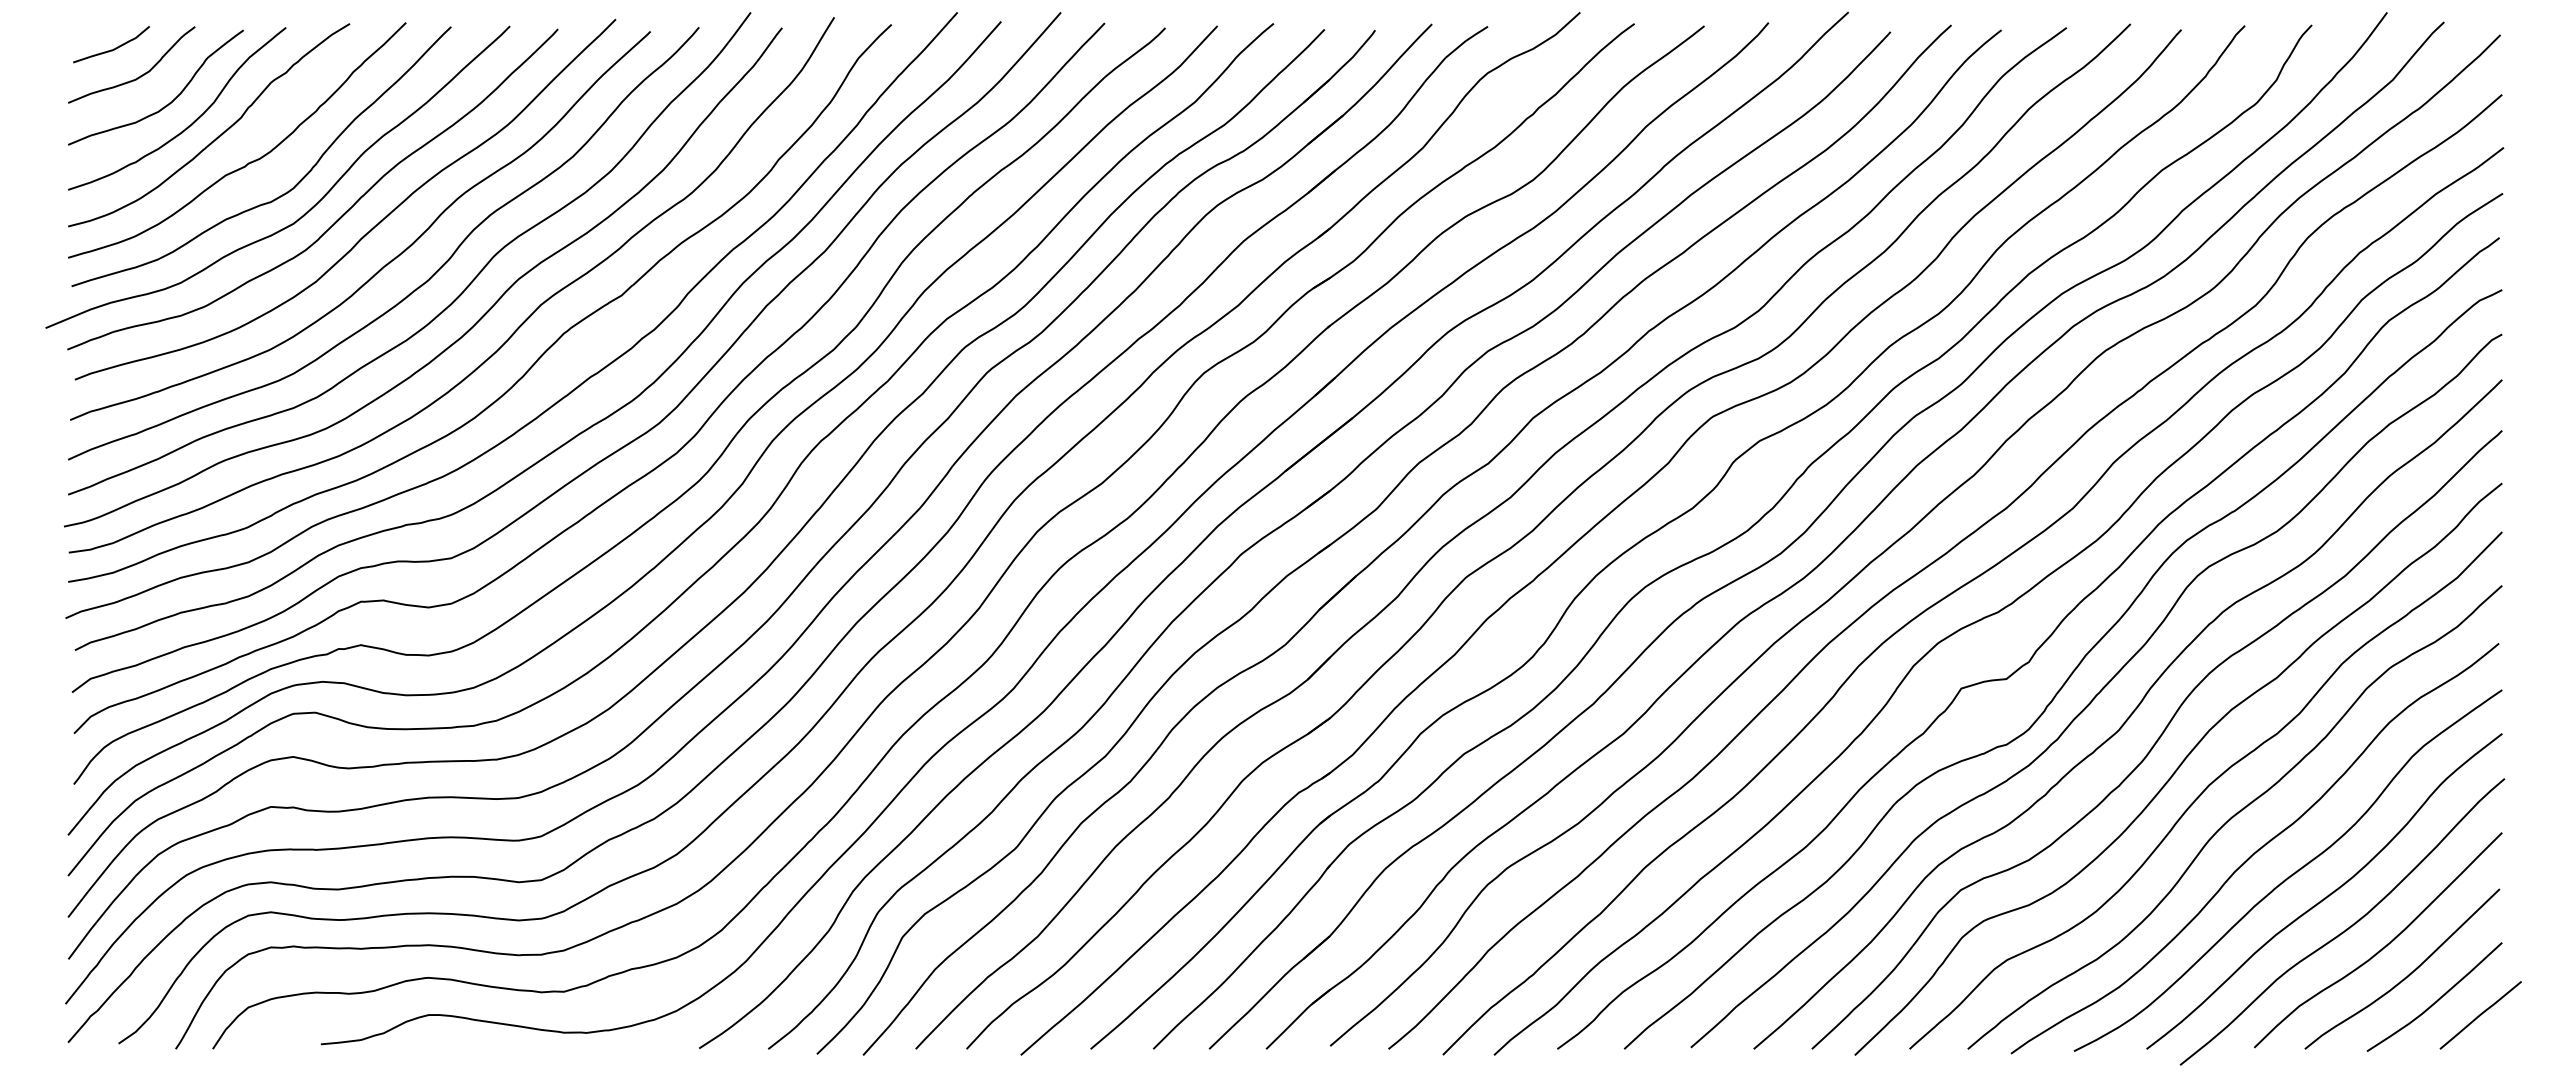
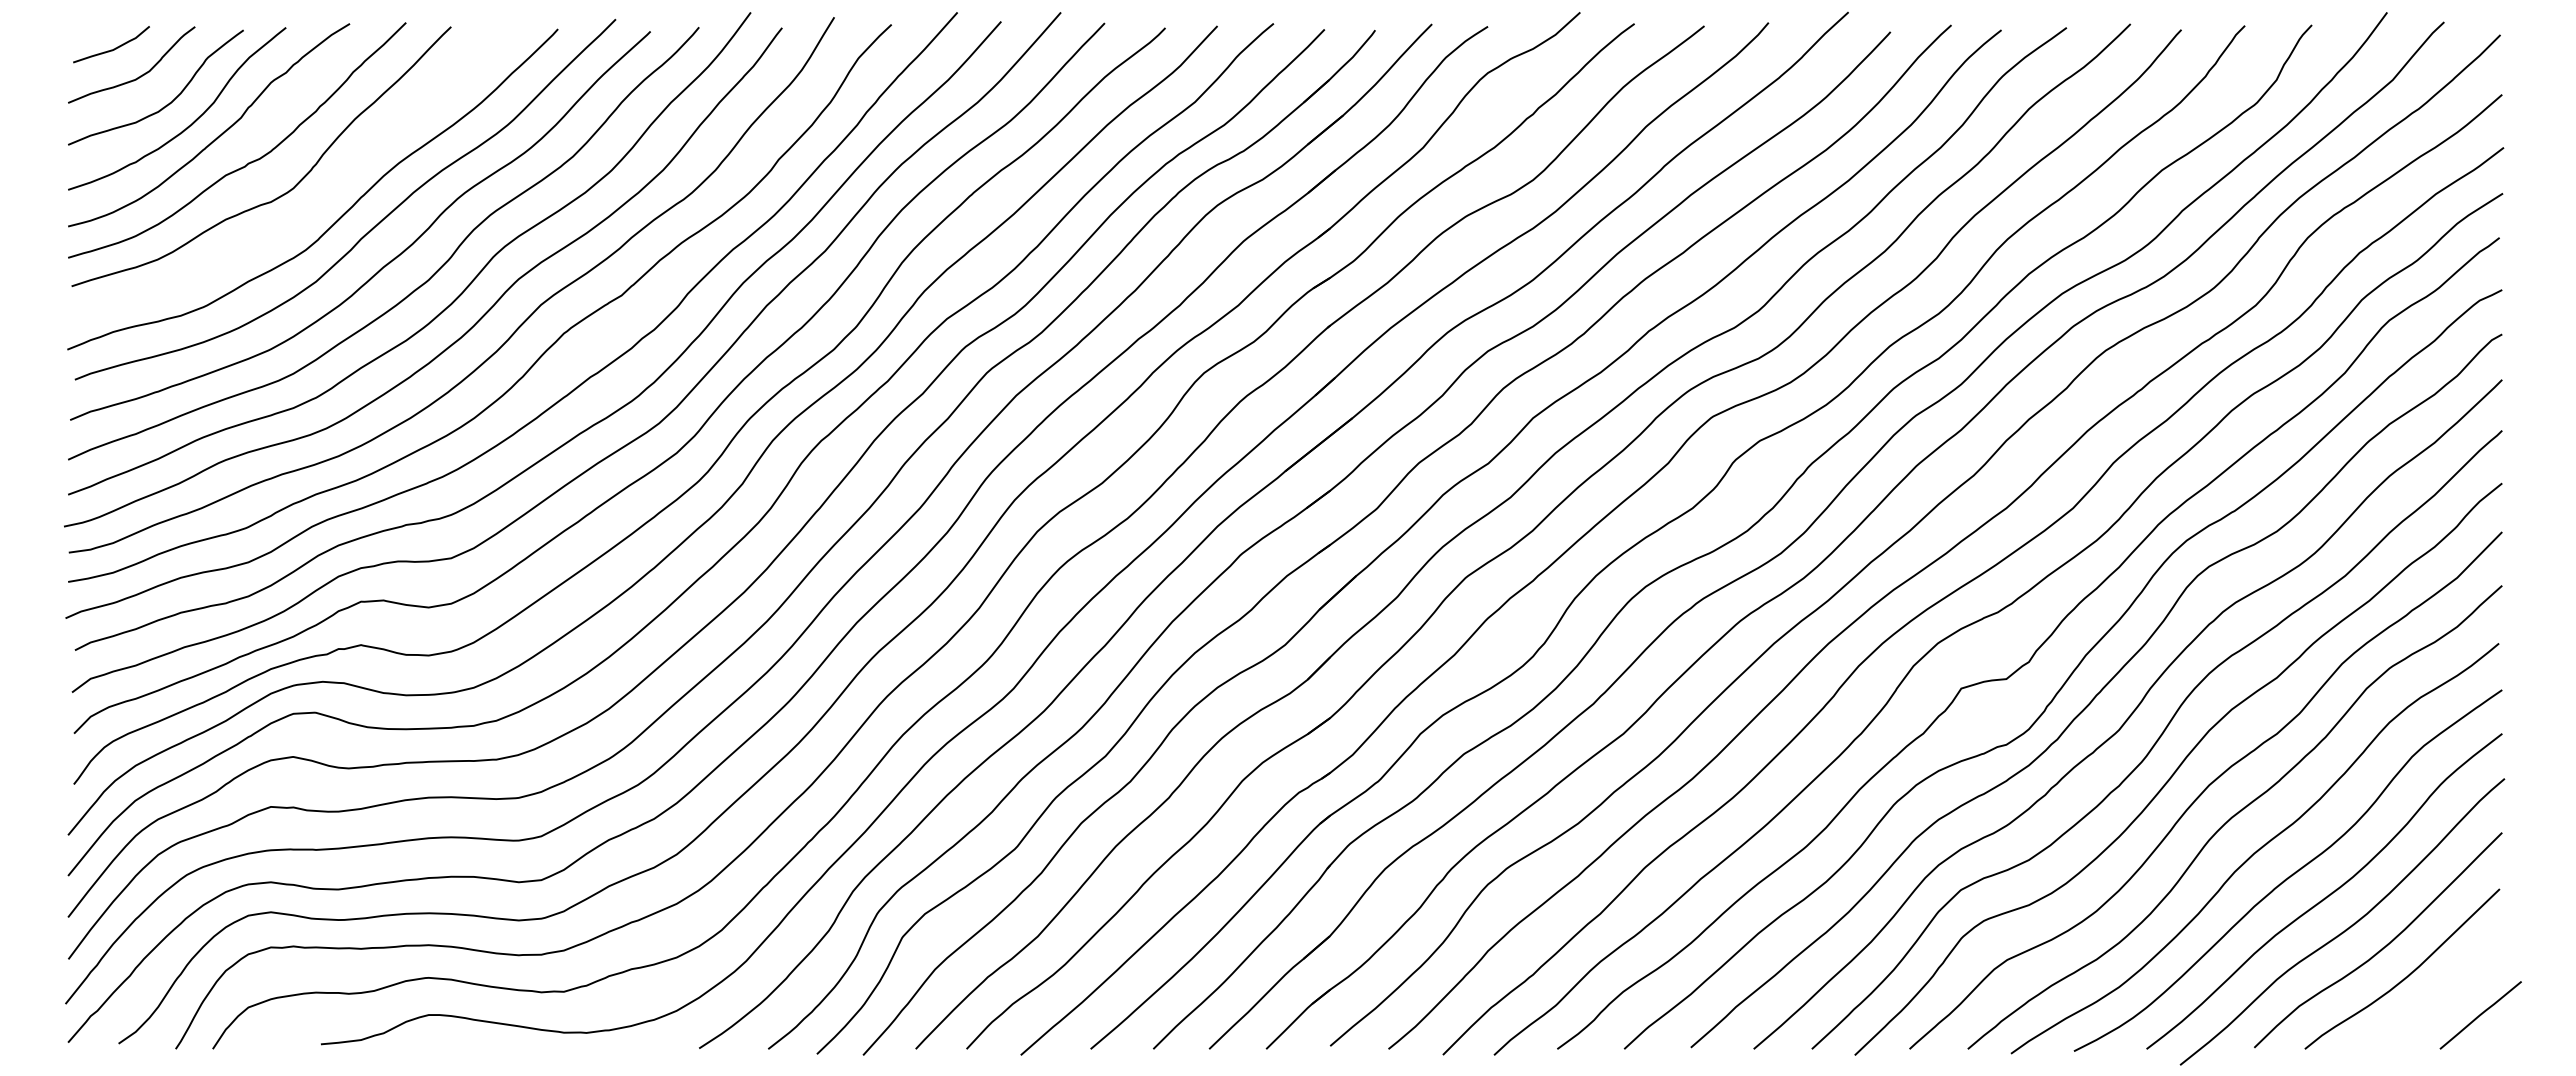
curve at (306, 211): present -> none
curve at (2437, 999): present -> none
